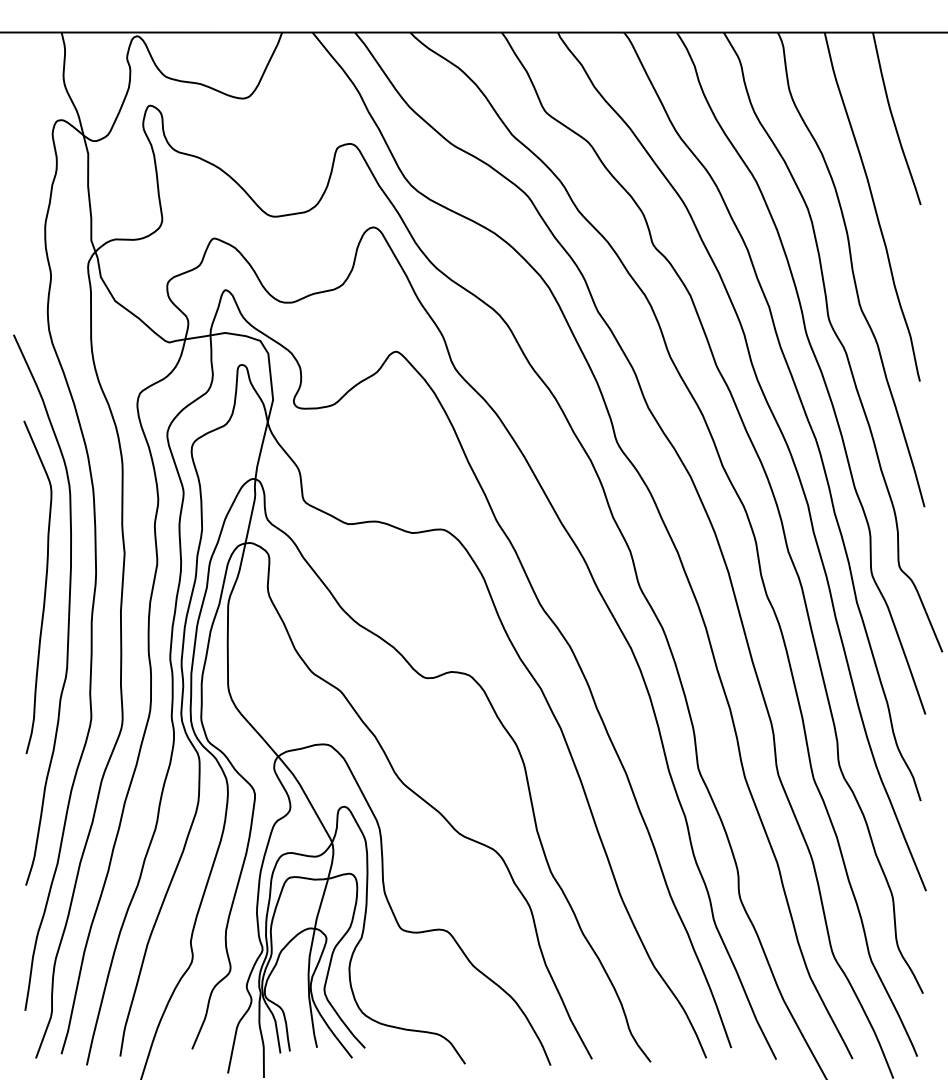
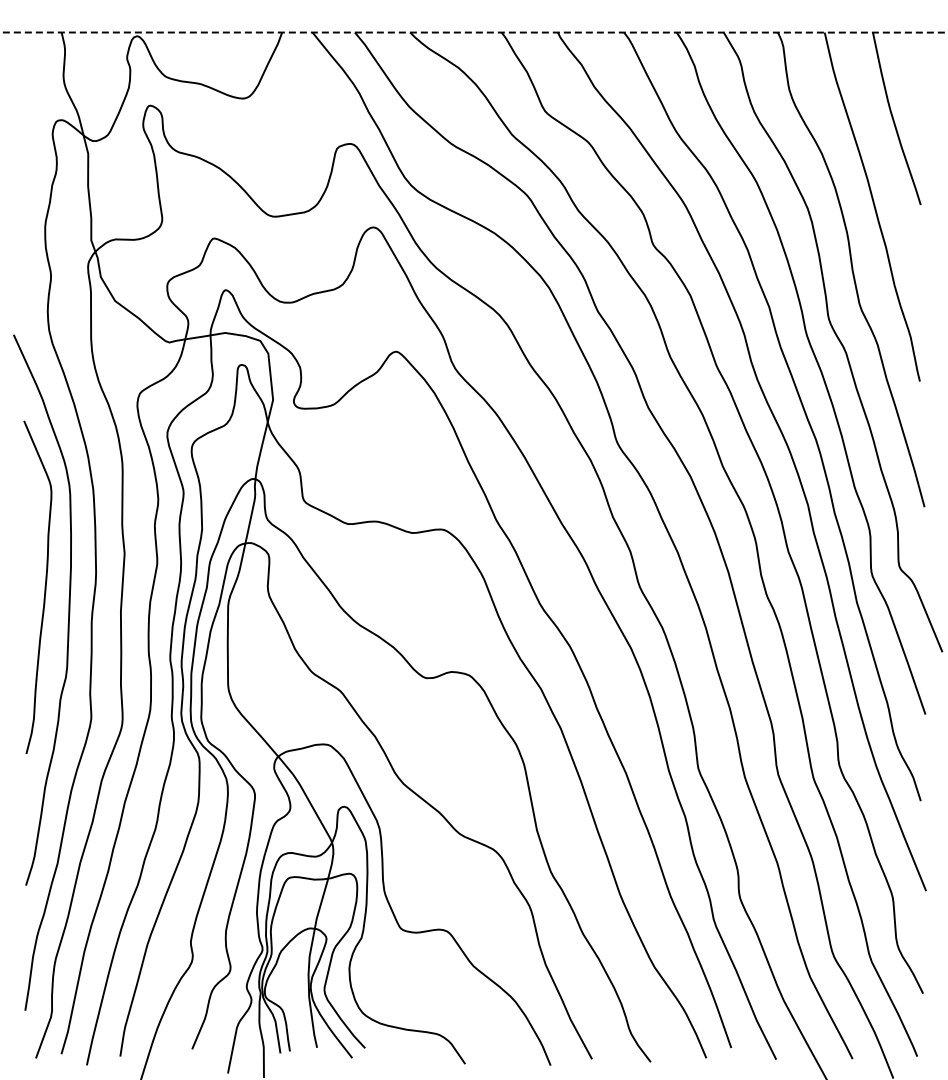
line at (474, 32): solid -> dashed
